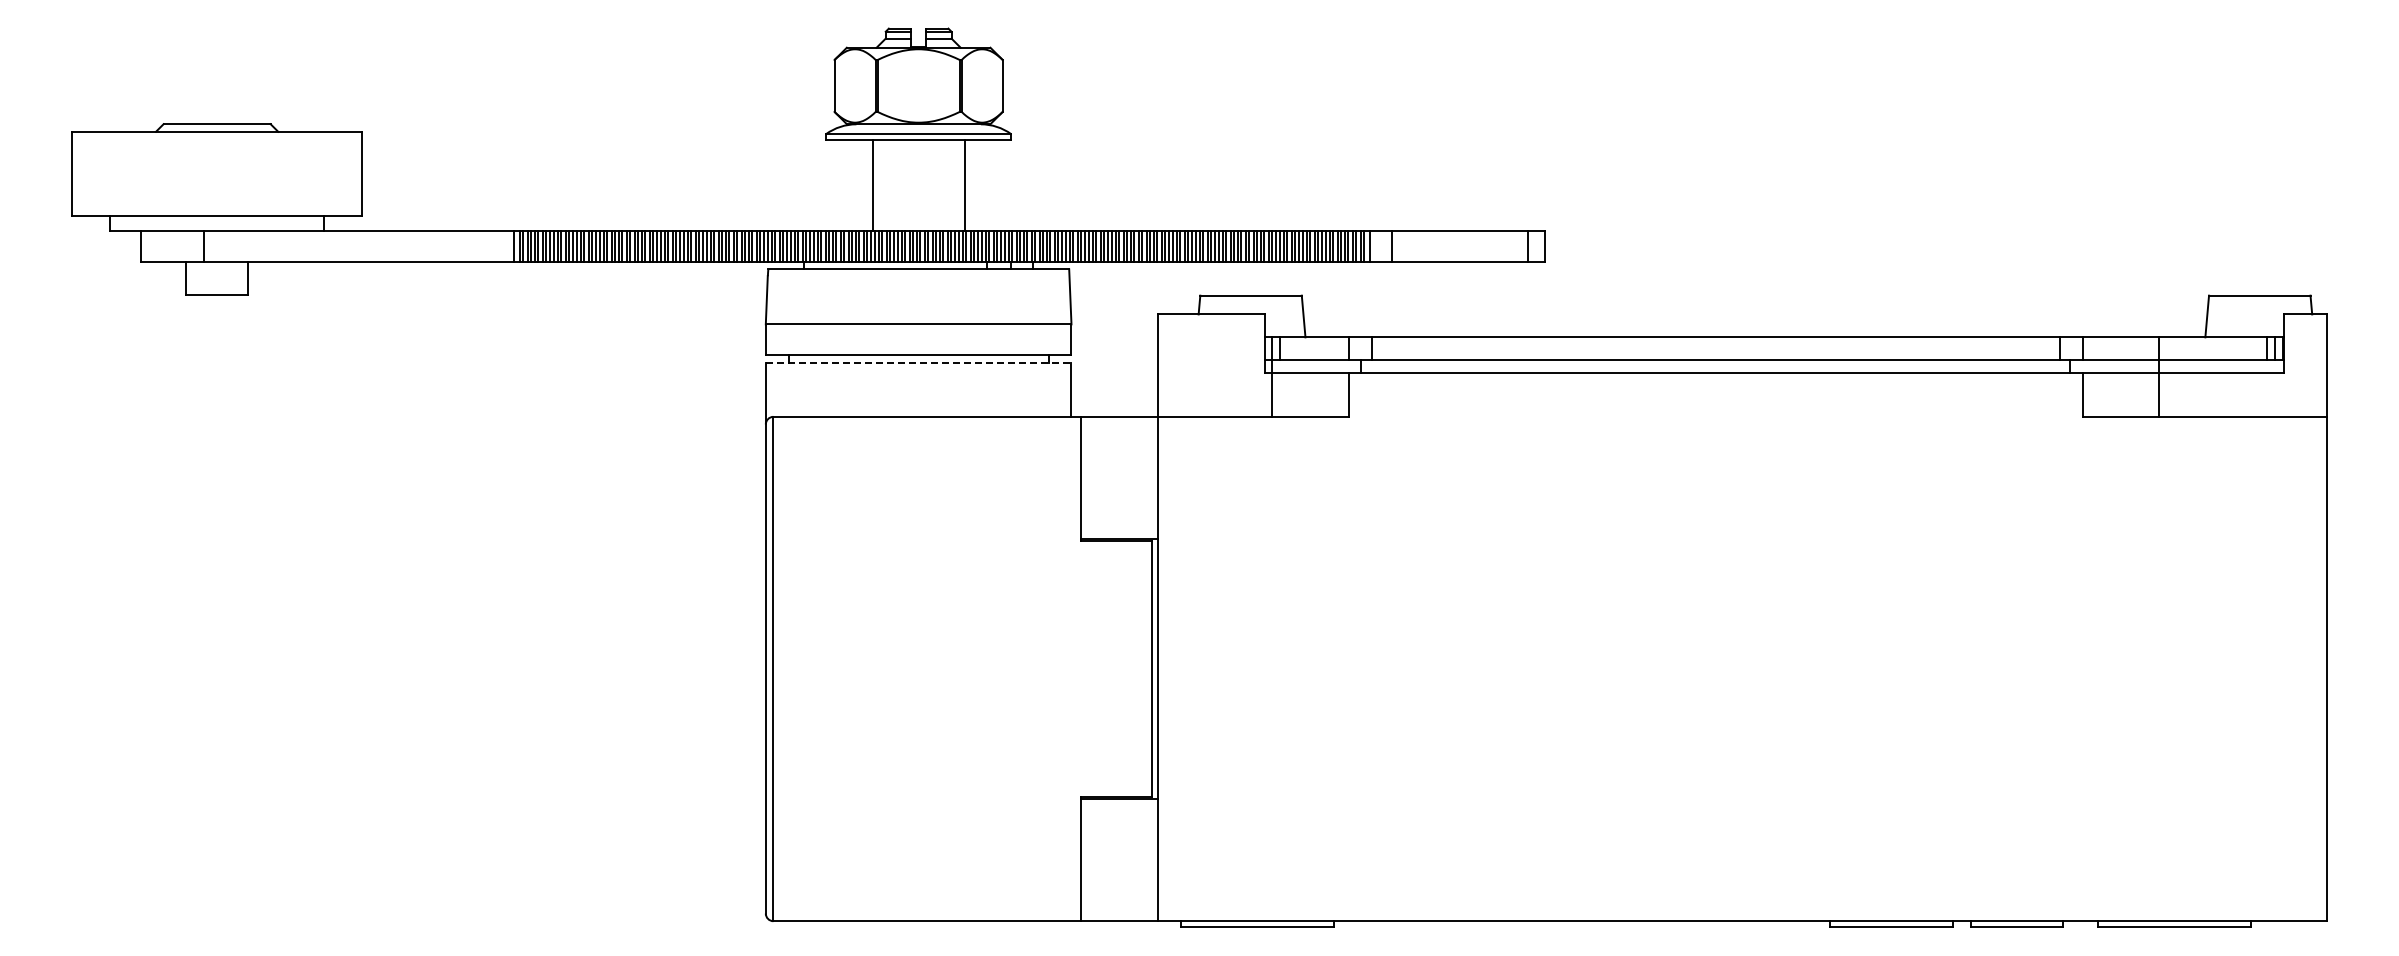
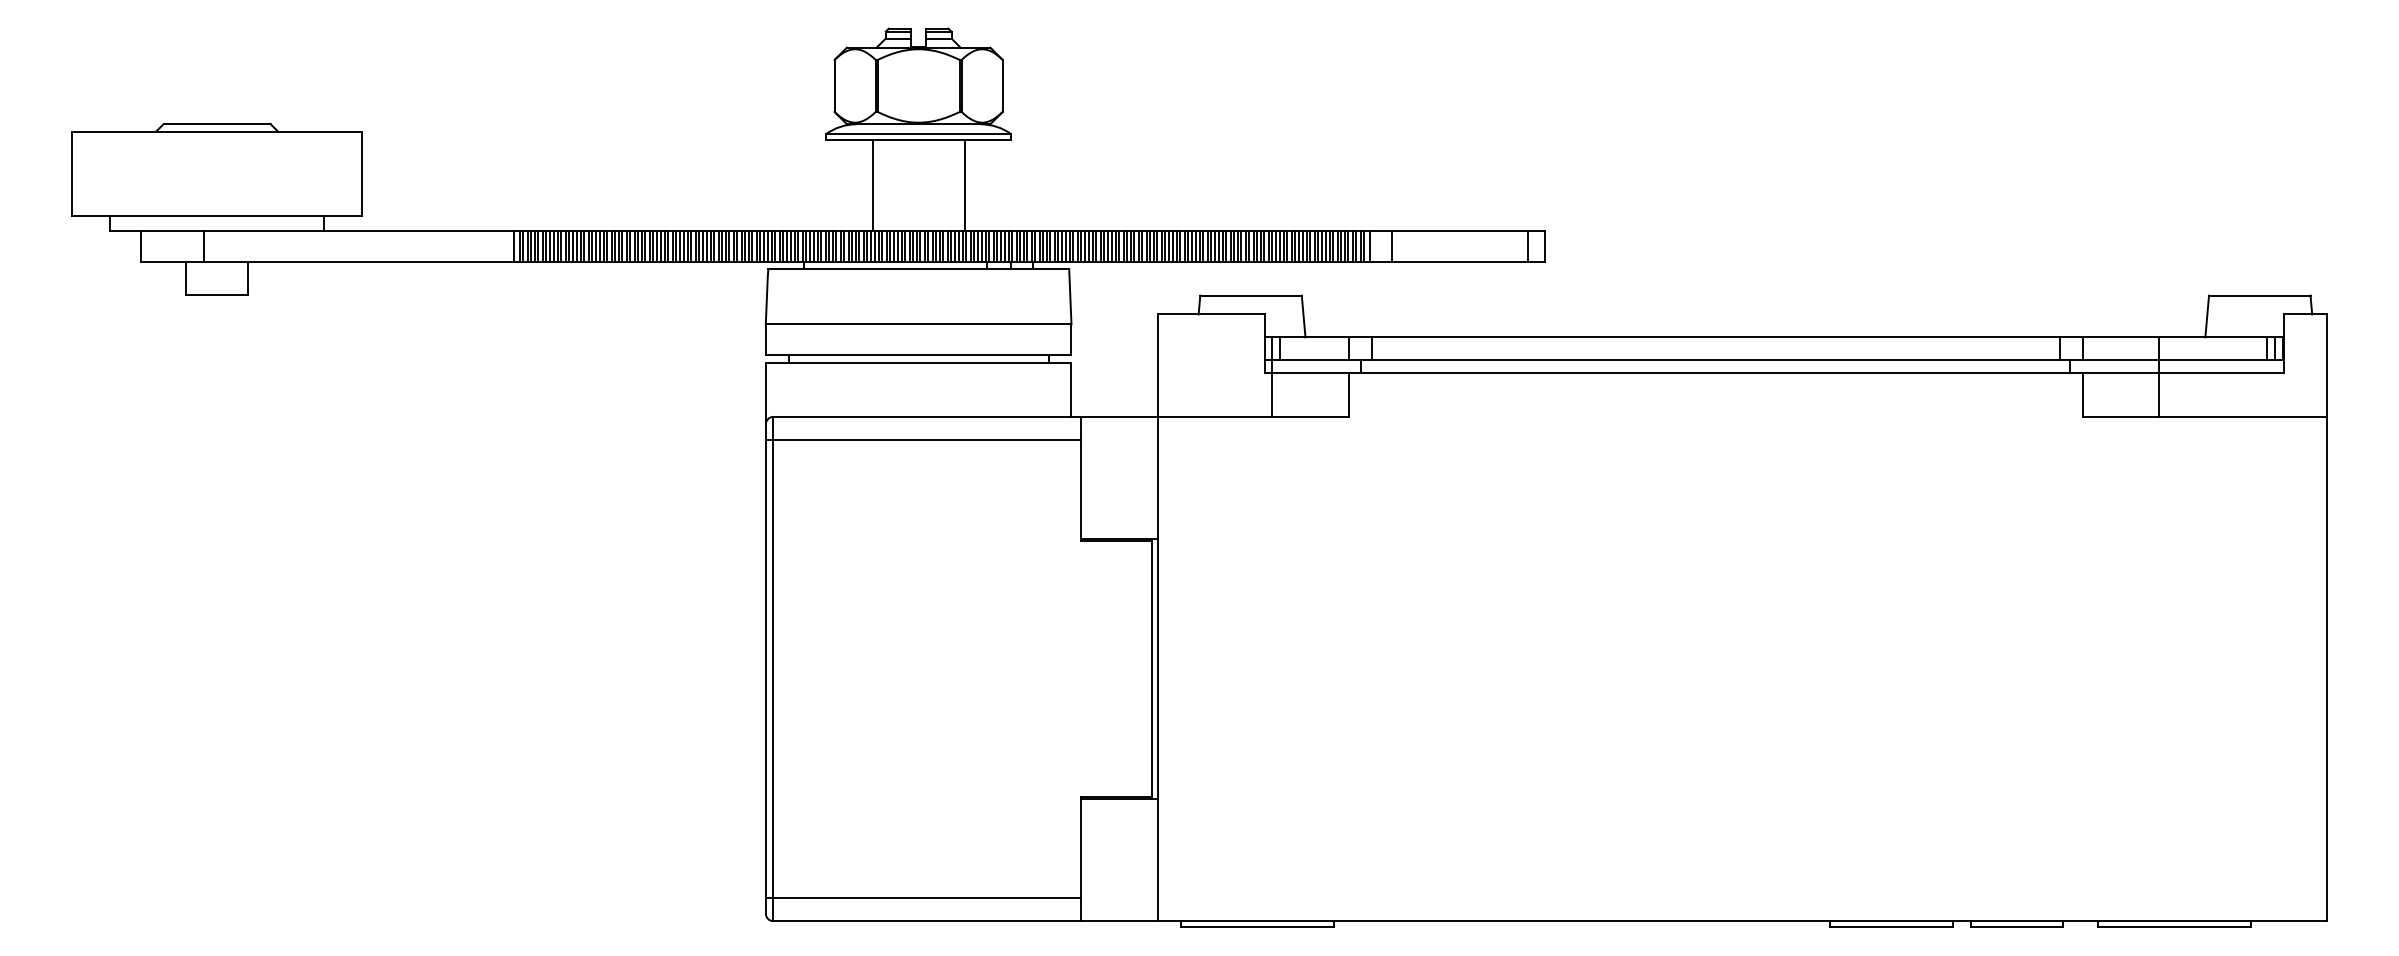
line at (918, 363): dashed -> solid
line at (923, 439): none -> present
line at (923, 898): none -> present
